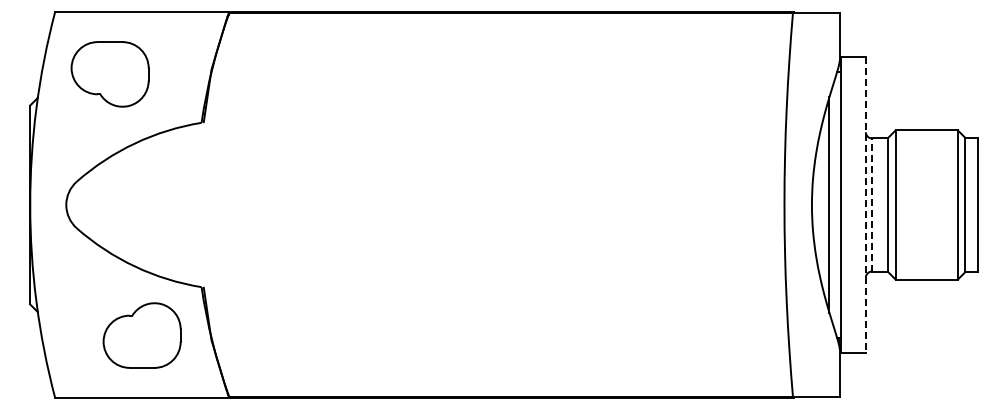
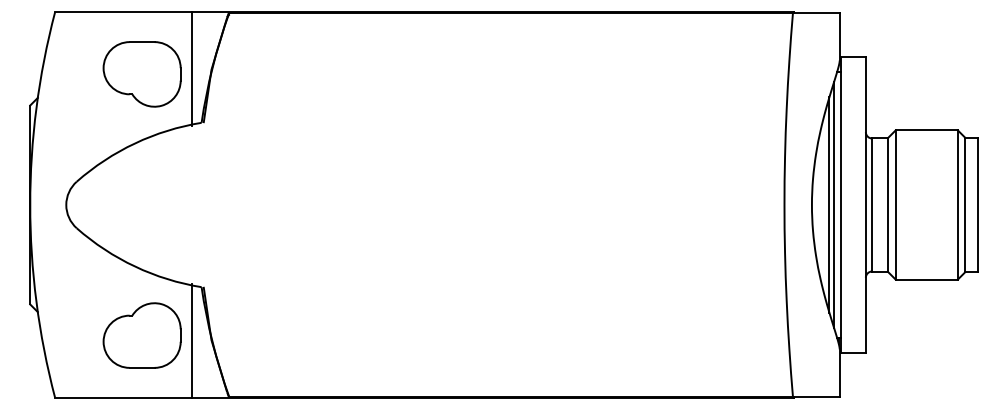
line at (191, 68): none -> present
part at (109, 74) position: (109, 74) -> (141, 74)
line at (865, 204): dashed -> solid
line at (872, 204): dashed -> solid
line at (834, 205): none -> present
line at (191, 340): none -> present
